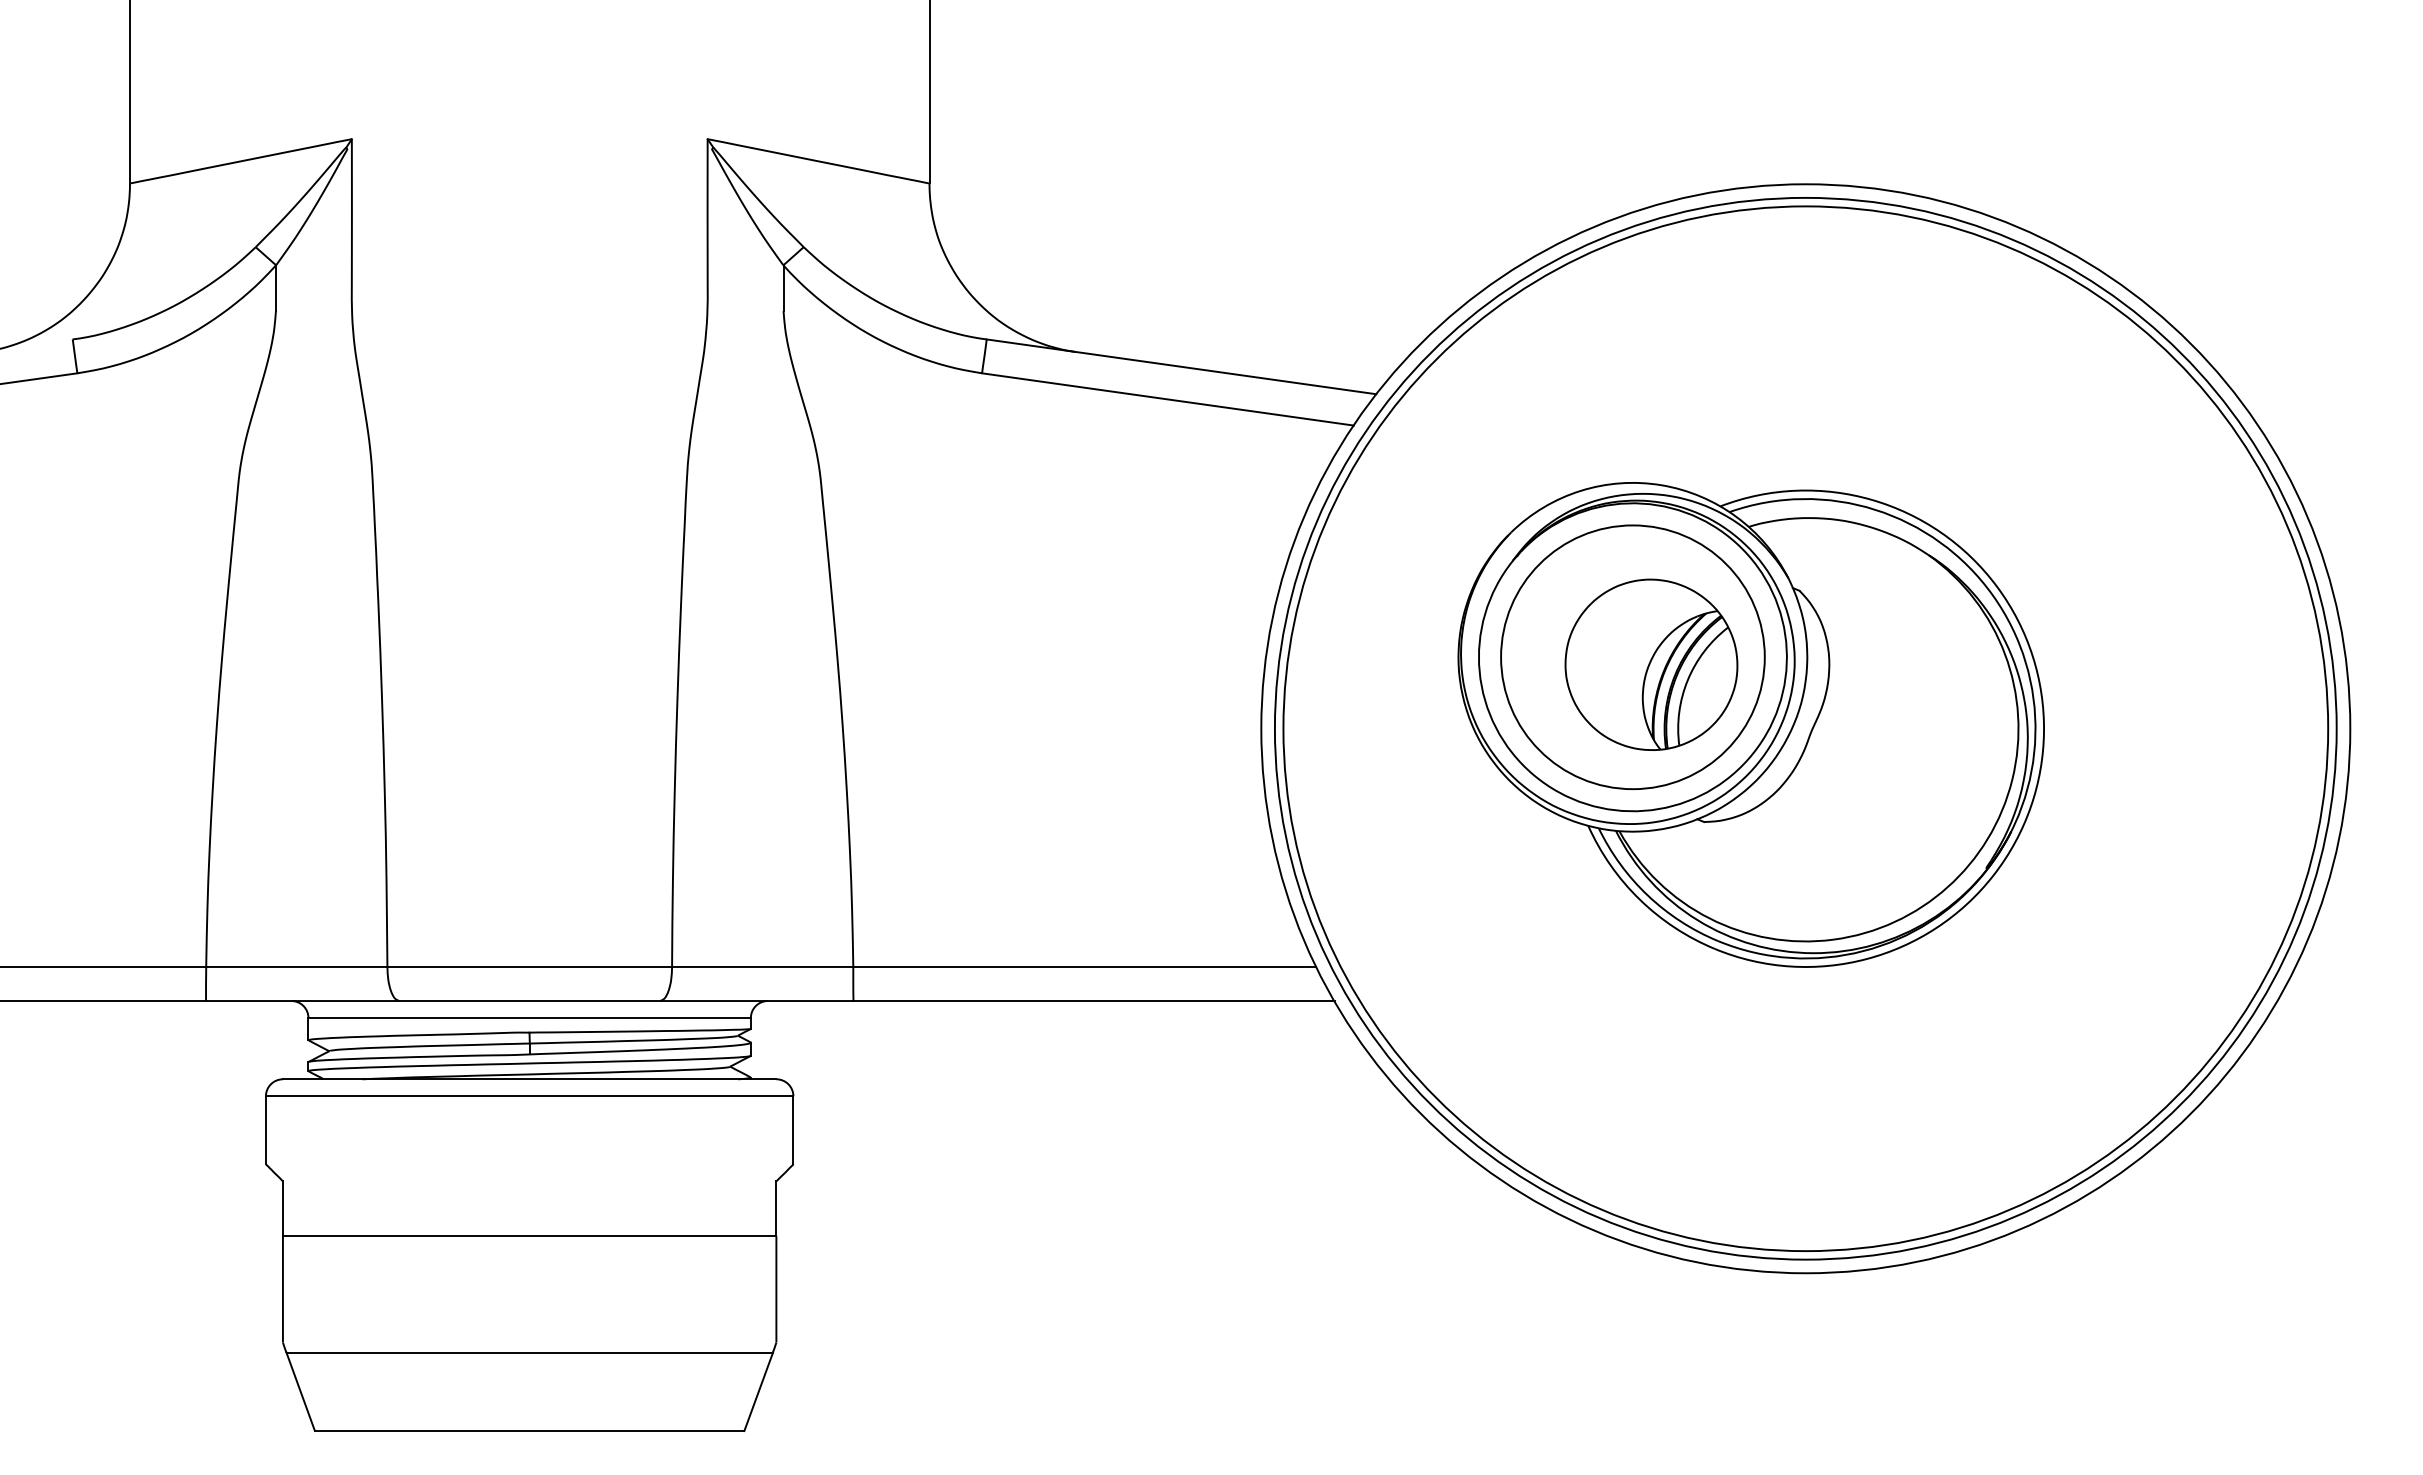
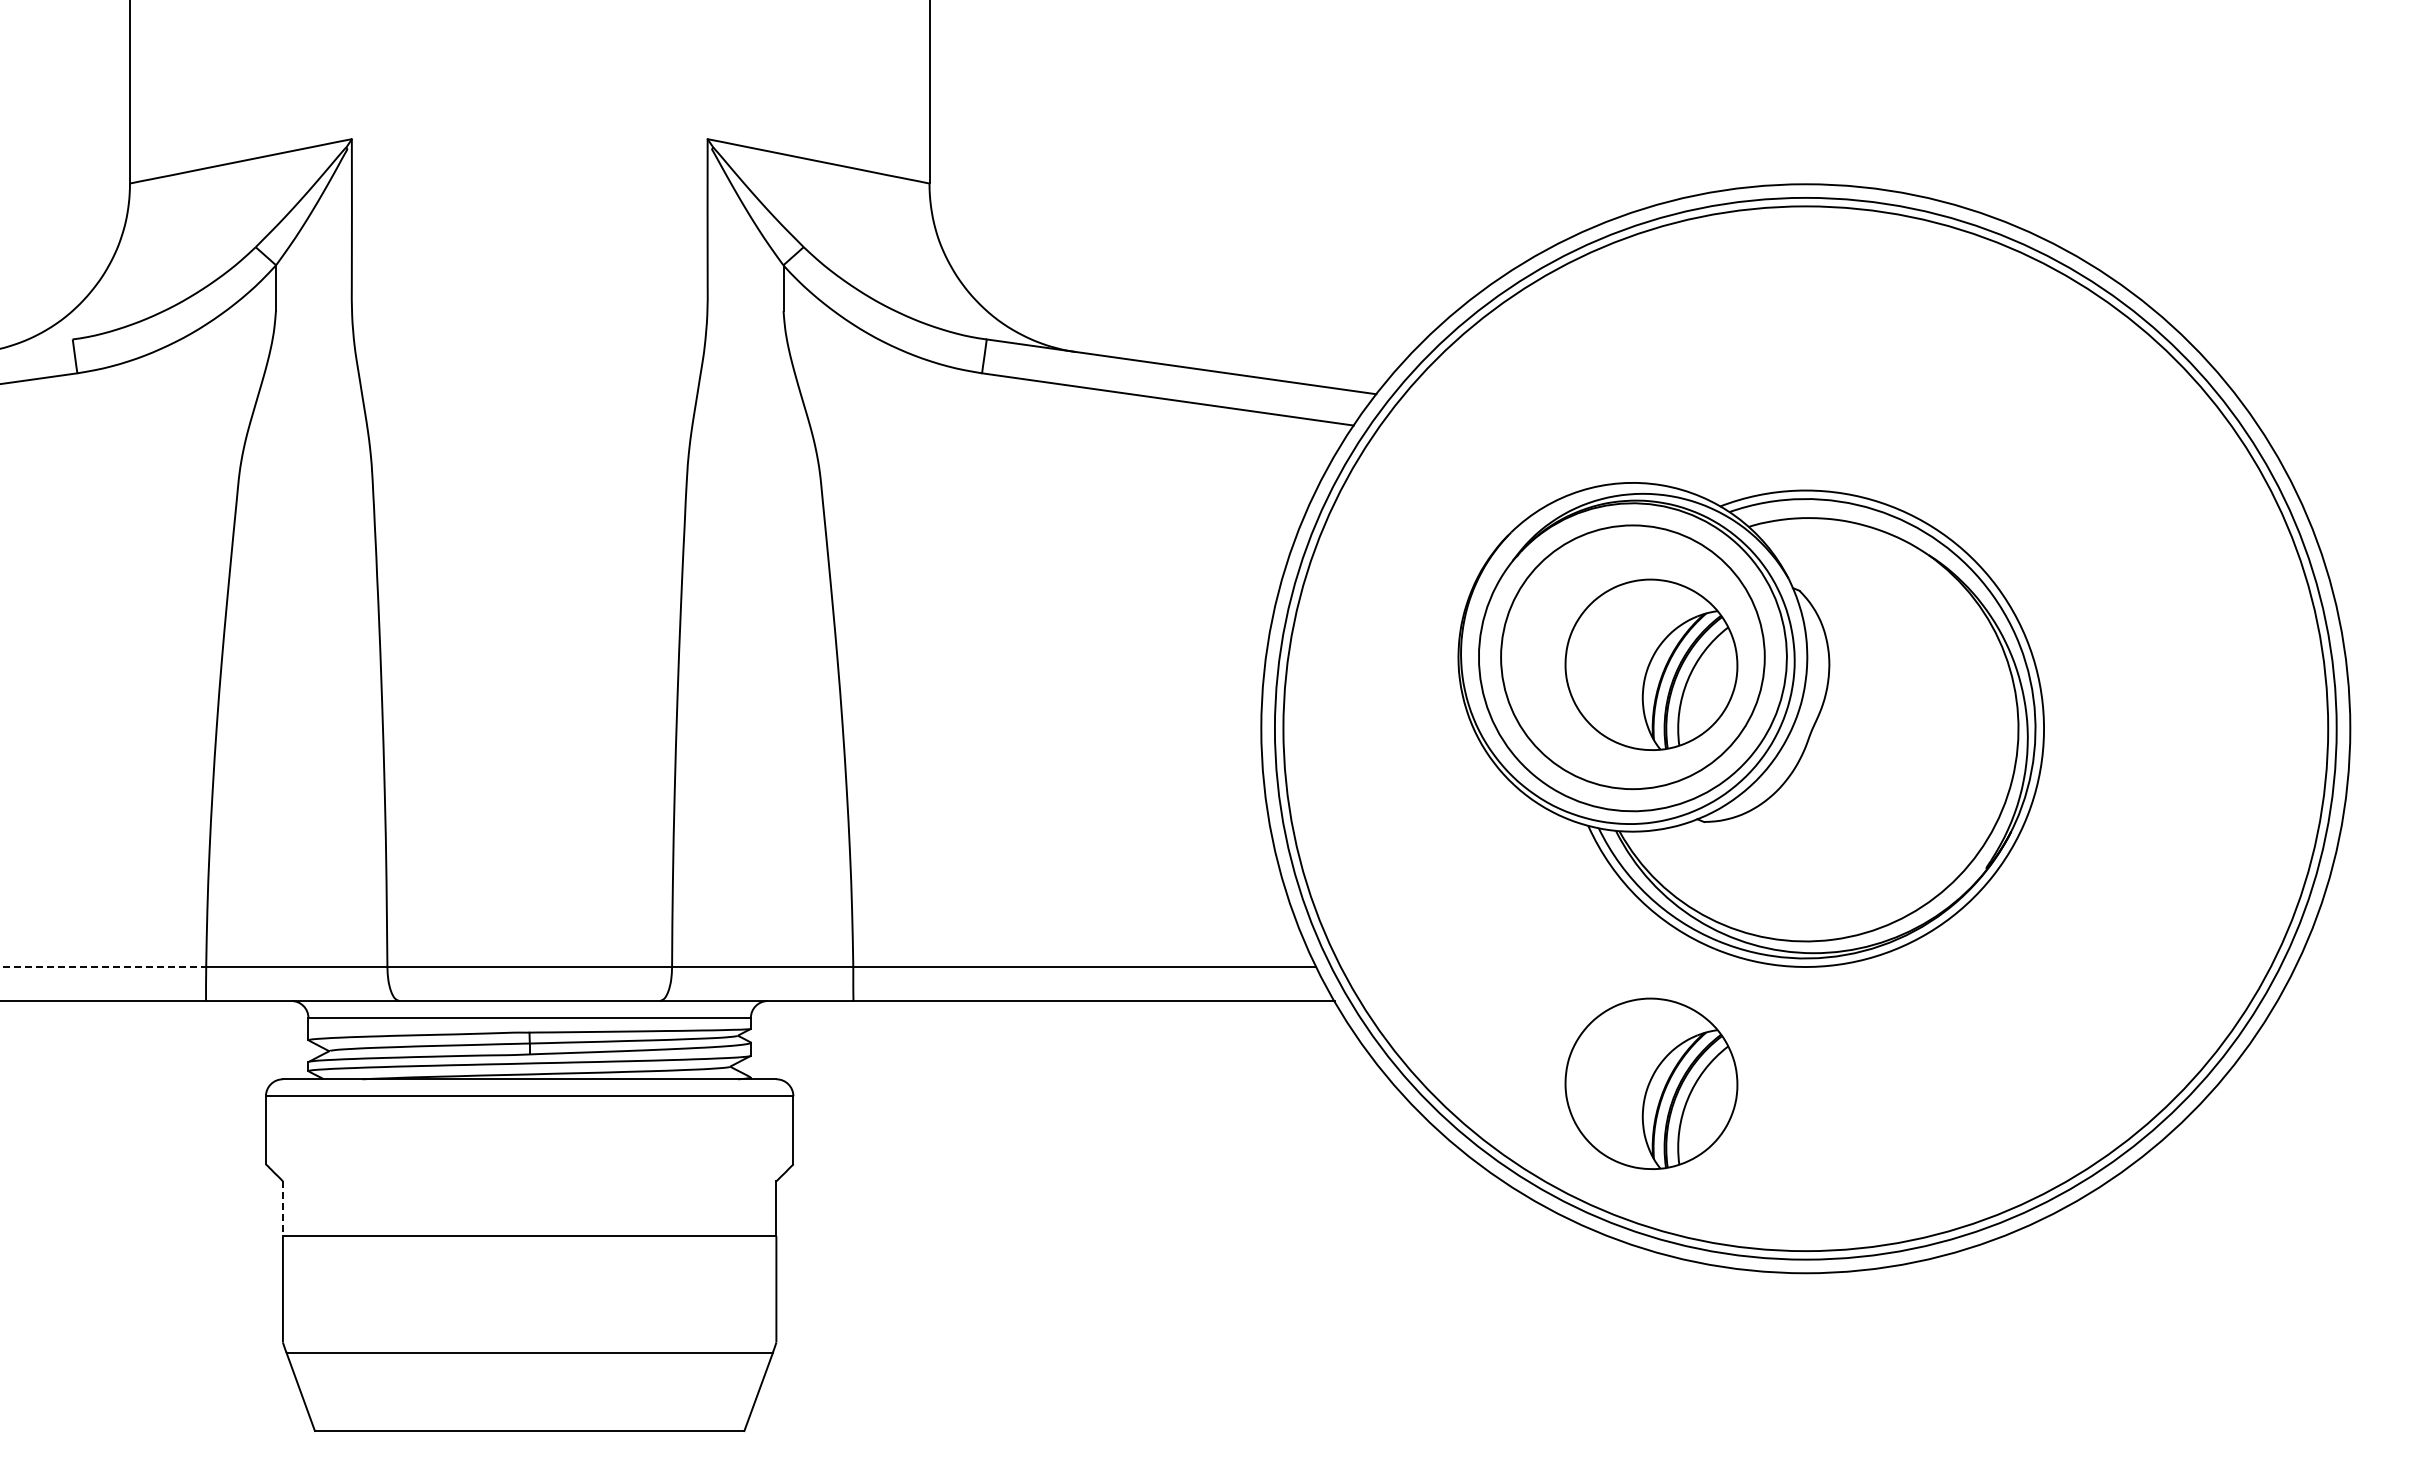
line at (103, 966): solid -> dashed
part at (1651, 1083): none -> present
line at (282, 1209): solid -> dashed
